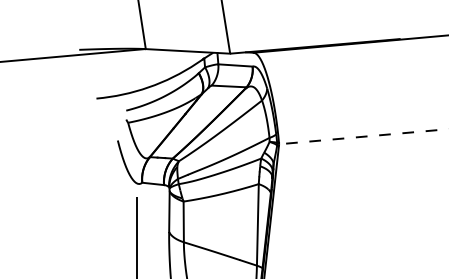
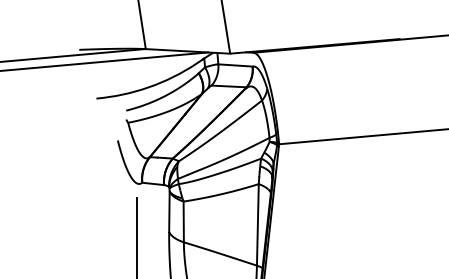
line at (105, 61): none -> present
line at (363, 136): dashed -> solid
